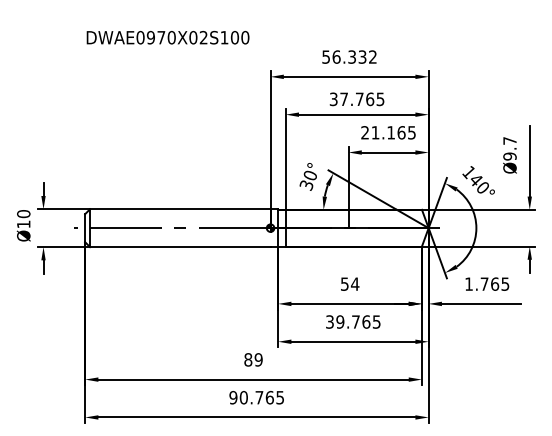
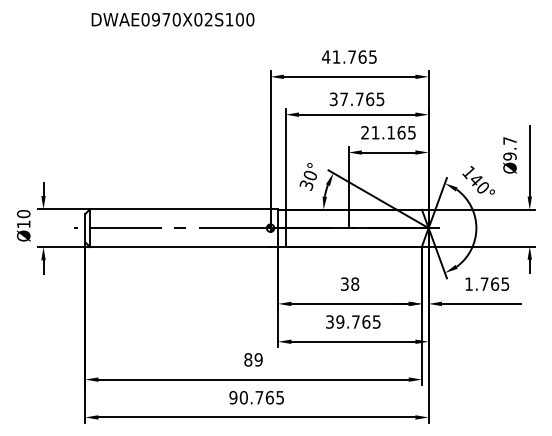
text at (167, 37) position: (167, 37) -> (172, 19)
text at (348, 56): 56.332 -> 41.765
text at (350, 283): 54 -> 38
